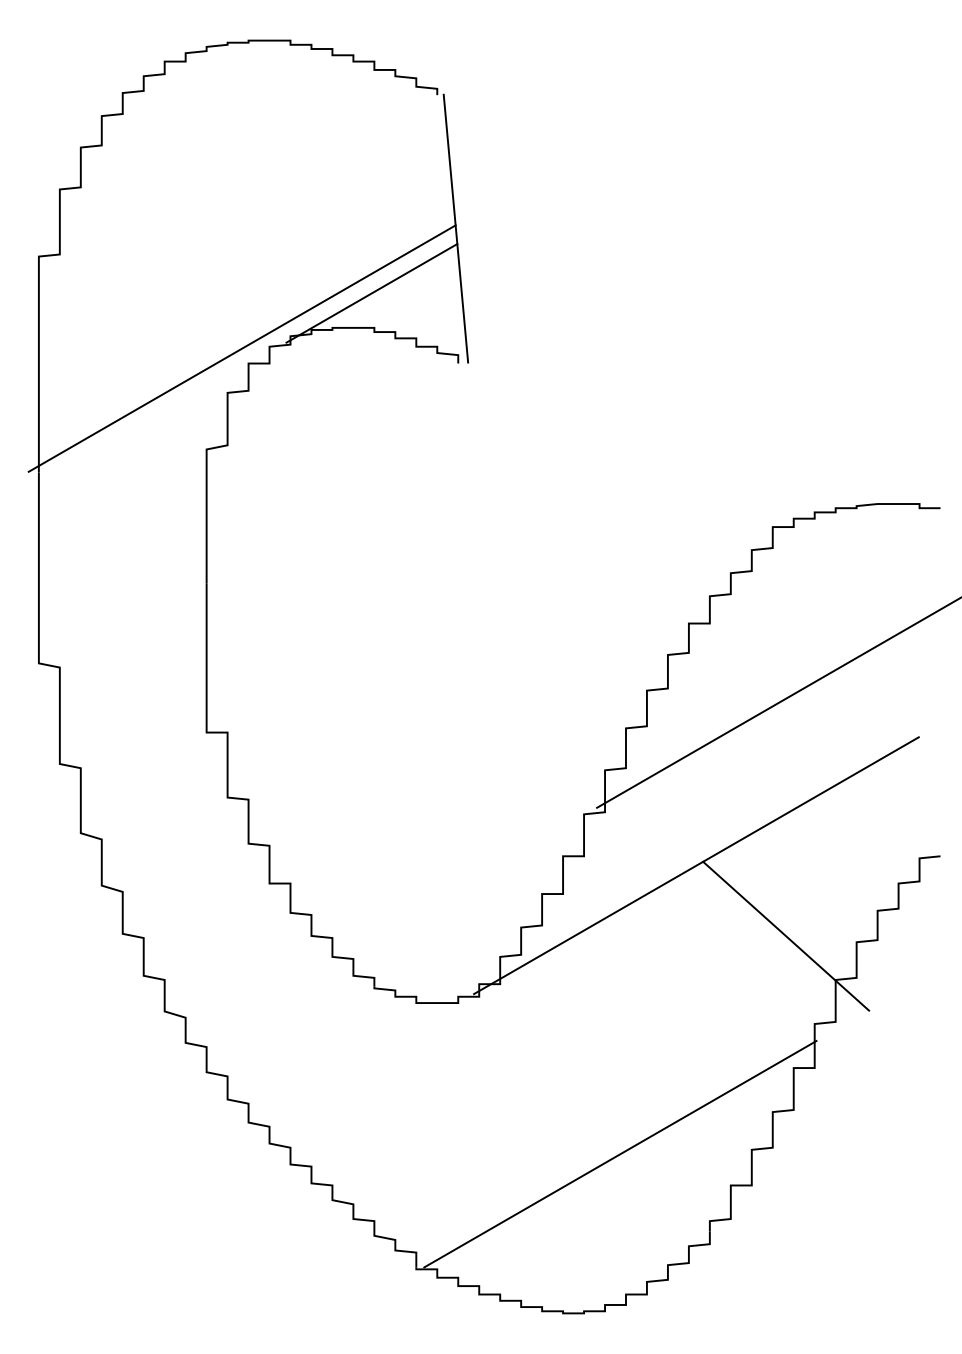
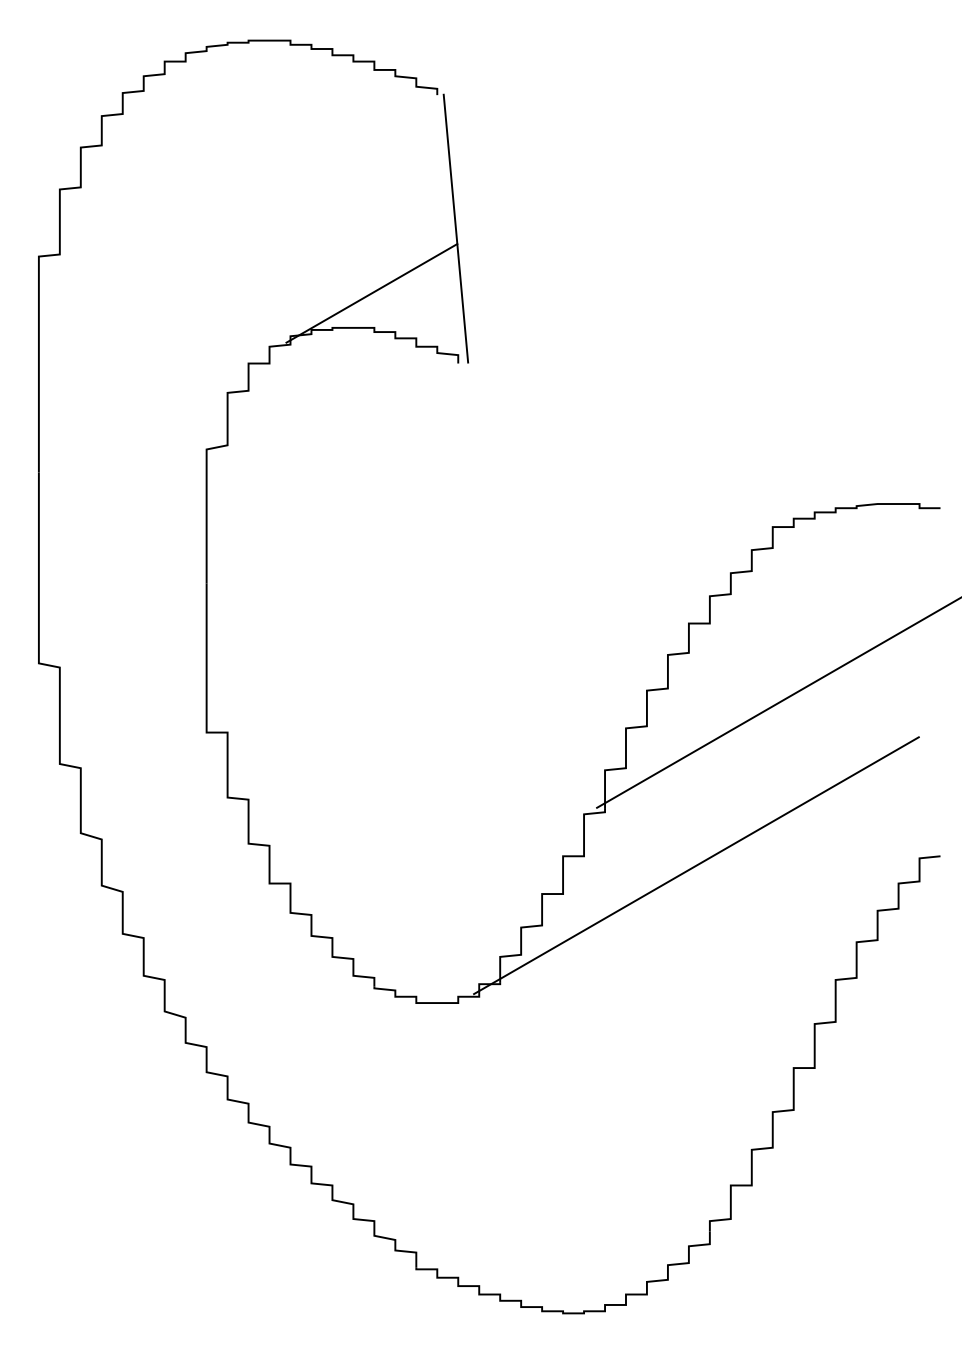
line at (241, 348): present -> none
line at (786, 935): present -> none
line at (620, 1154): present -> none
